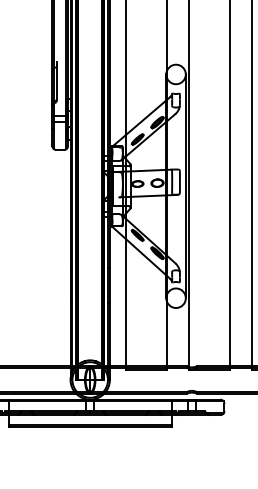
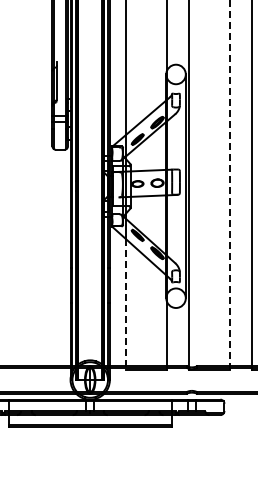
line at (230, 184): solid -> dashed
line at (126, 304): solid -> dashed
